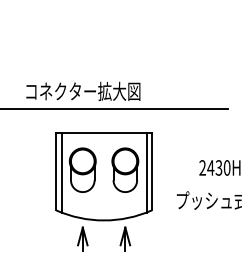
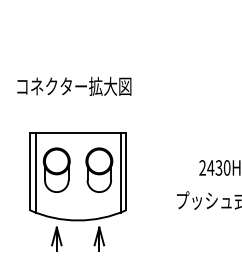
text at (83, 90) position: (83, 90) -> (74, 85)
line at (115, 109): present -> none
part at (103, 191) position: (103, 191) -> (77, 191)
